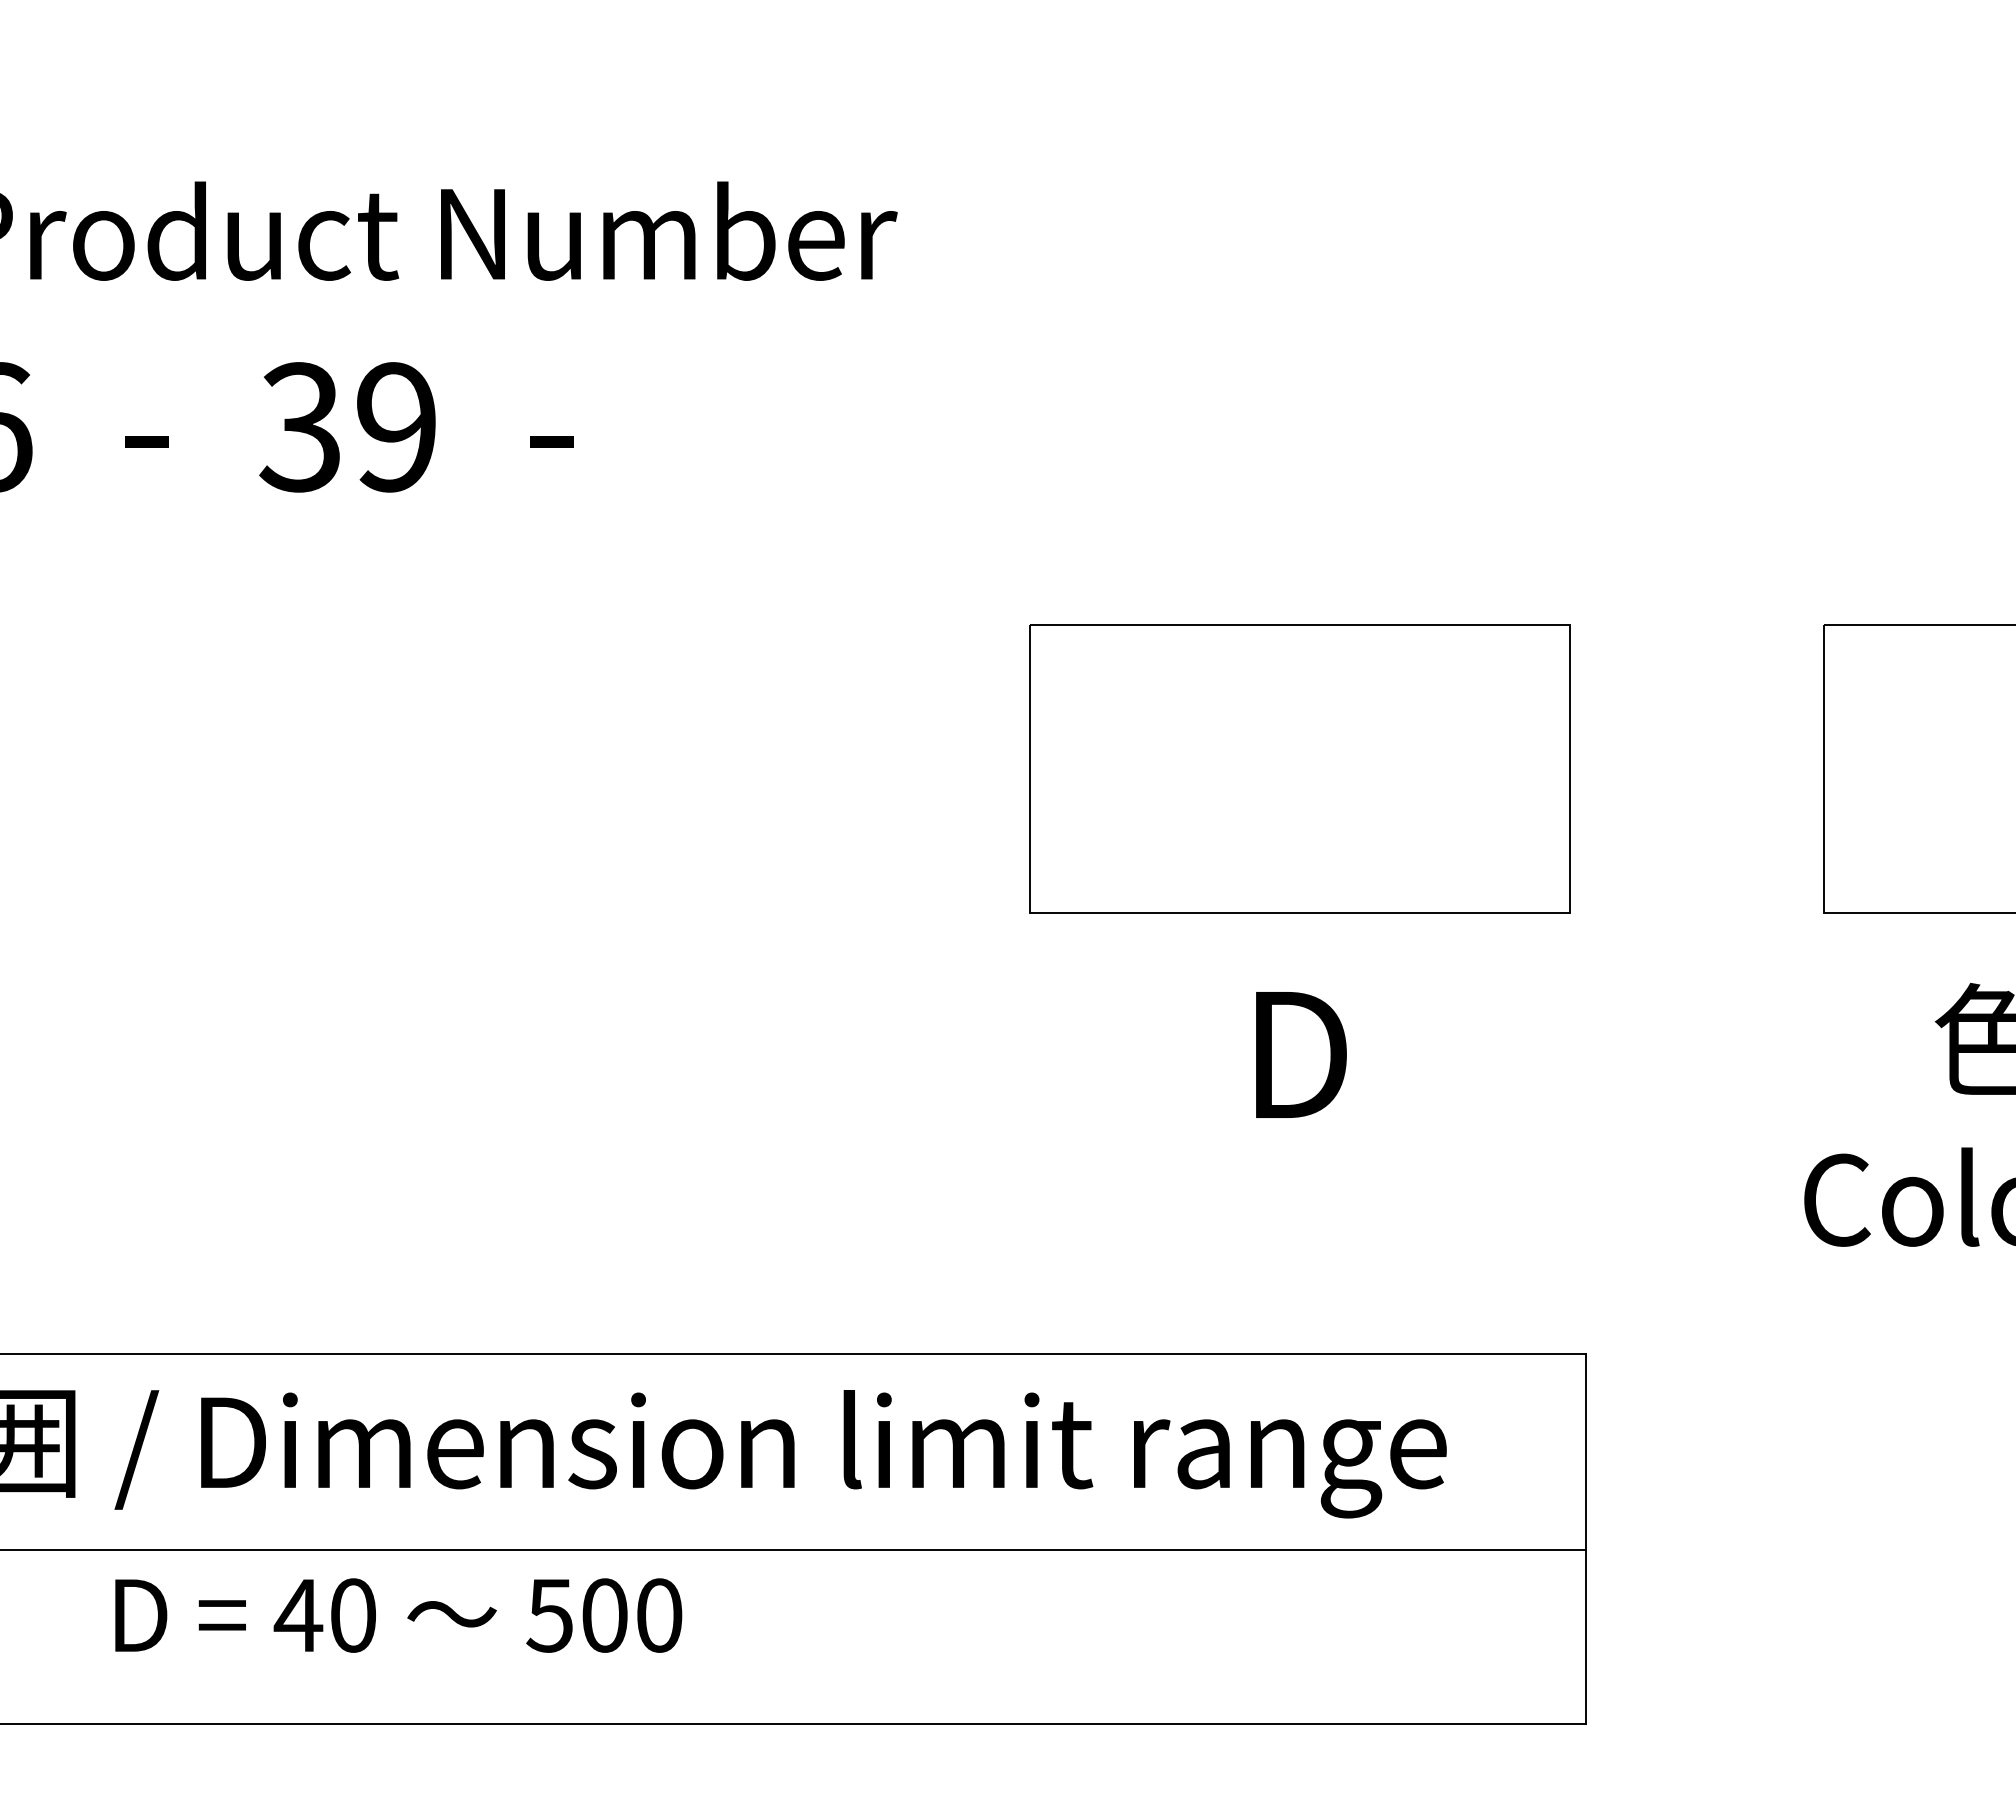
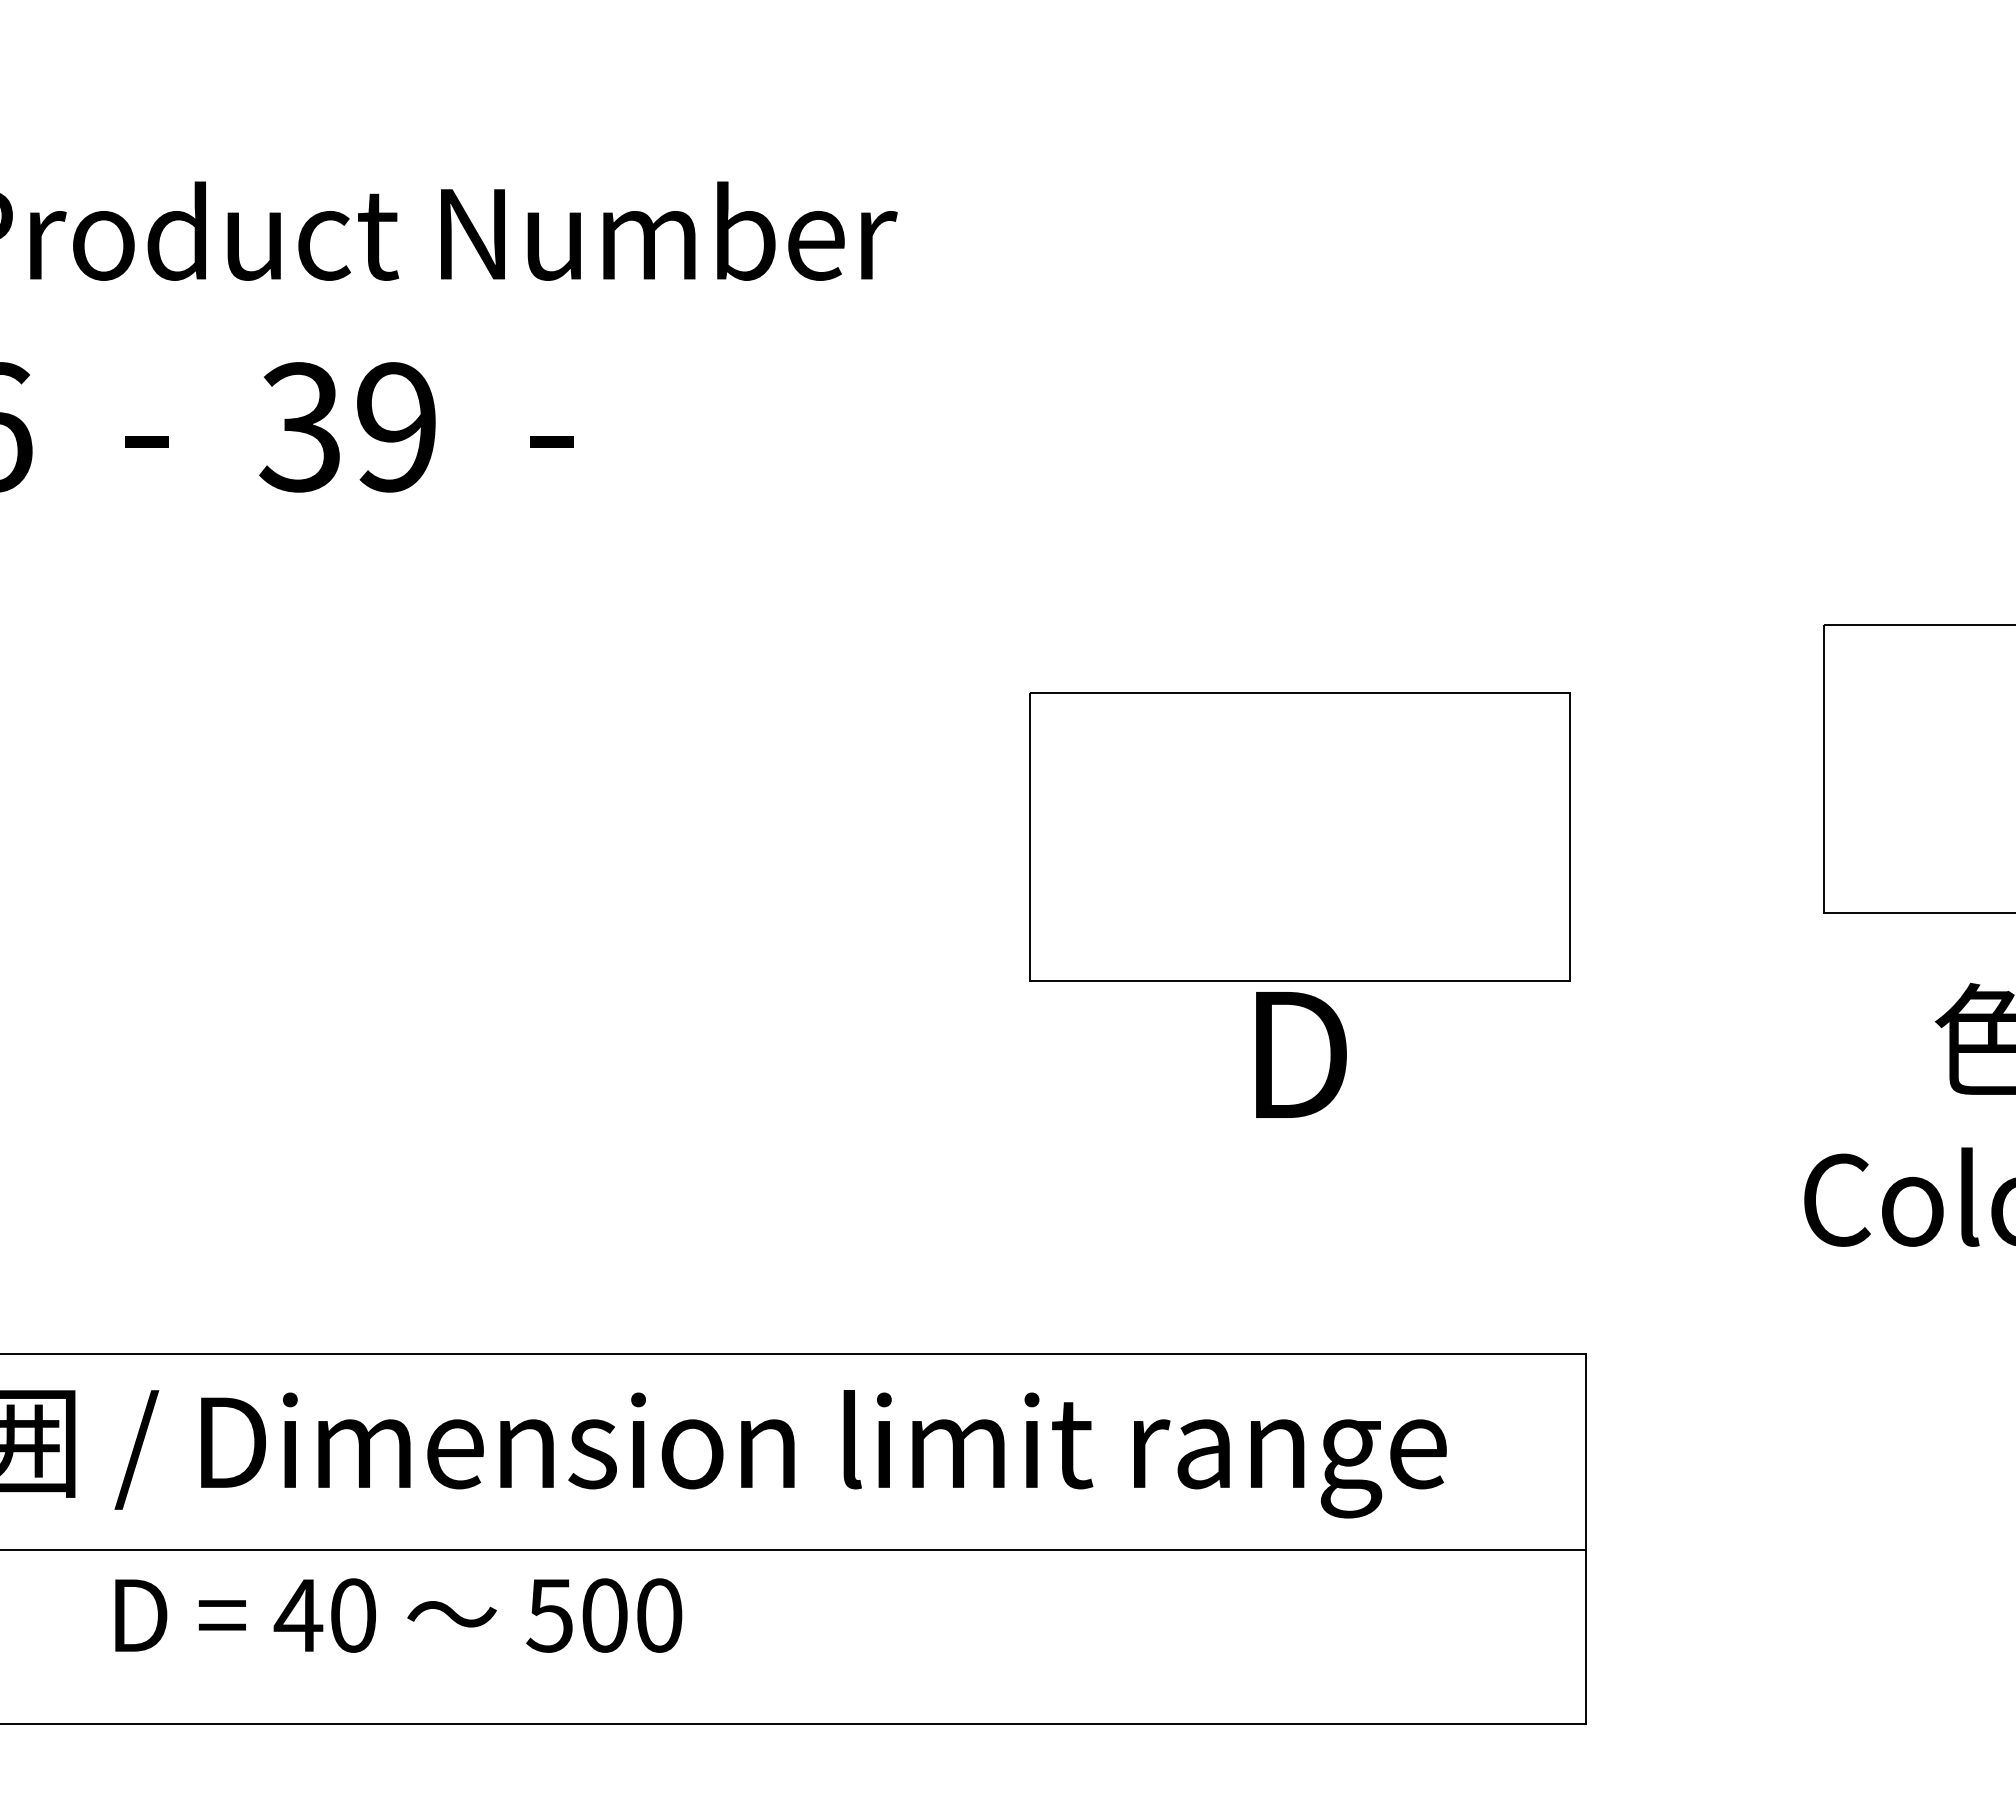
part at (1299, 768) position: (1299, 768) -> (1299, 836)
